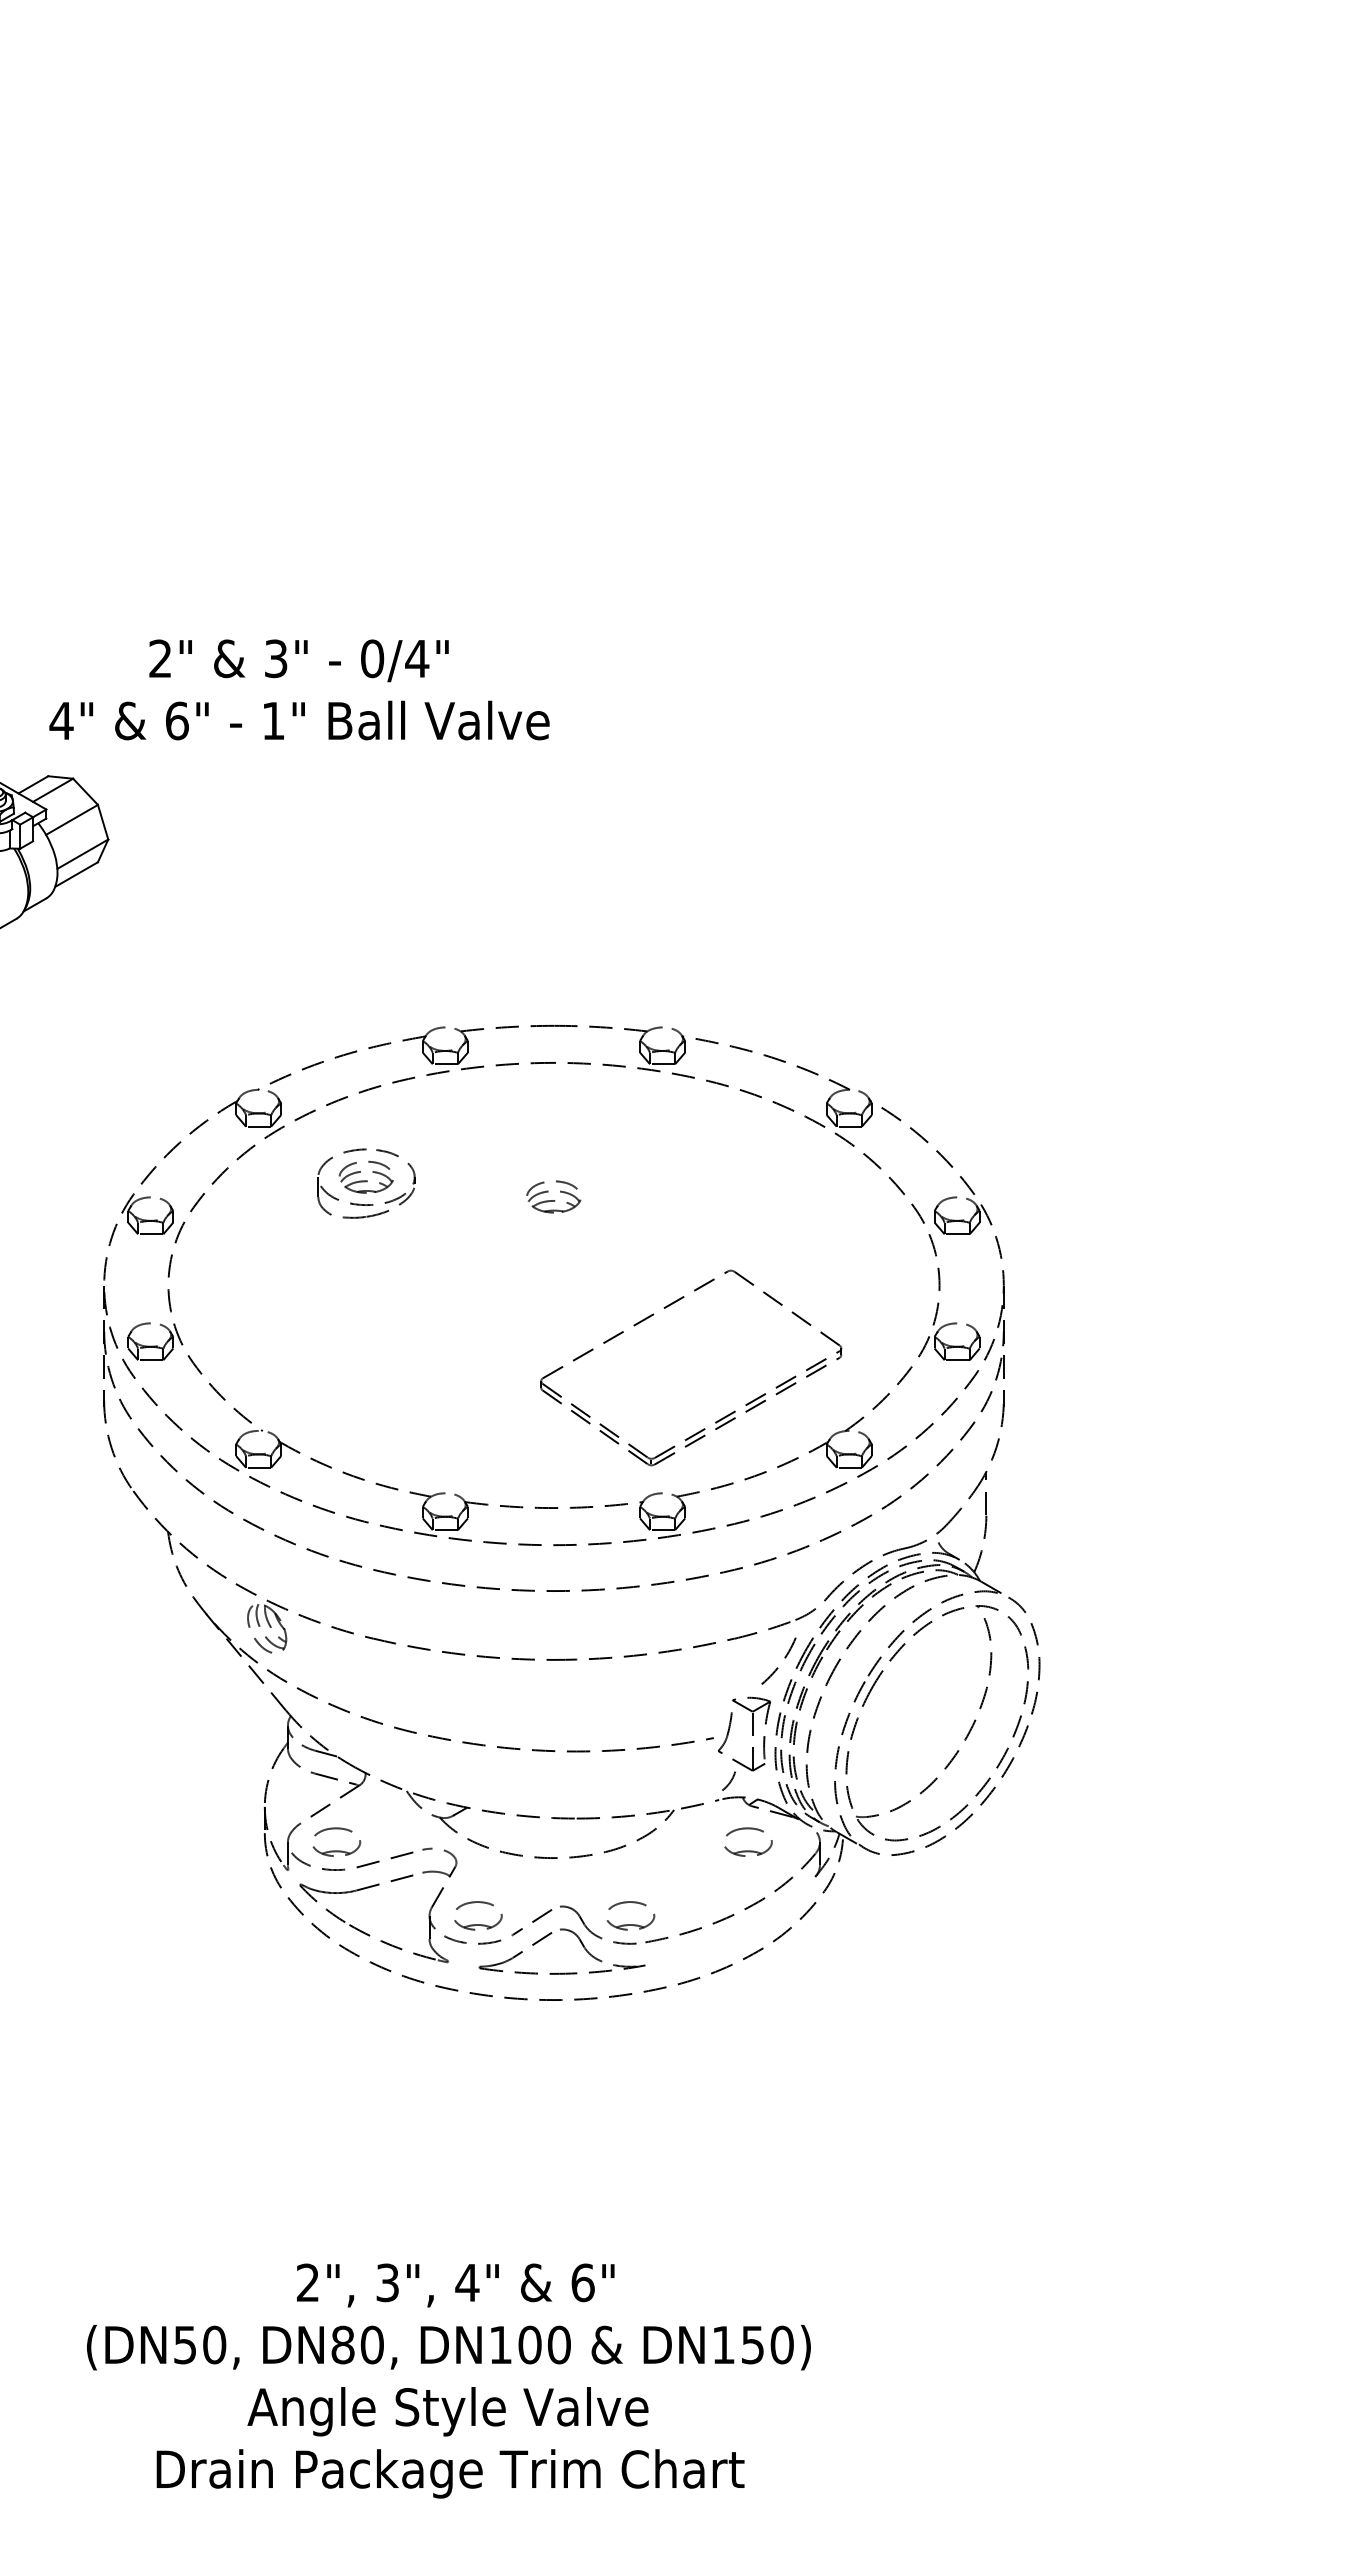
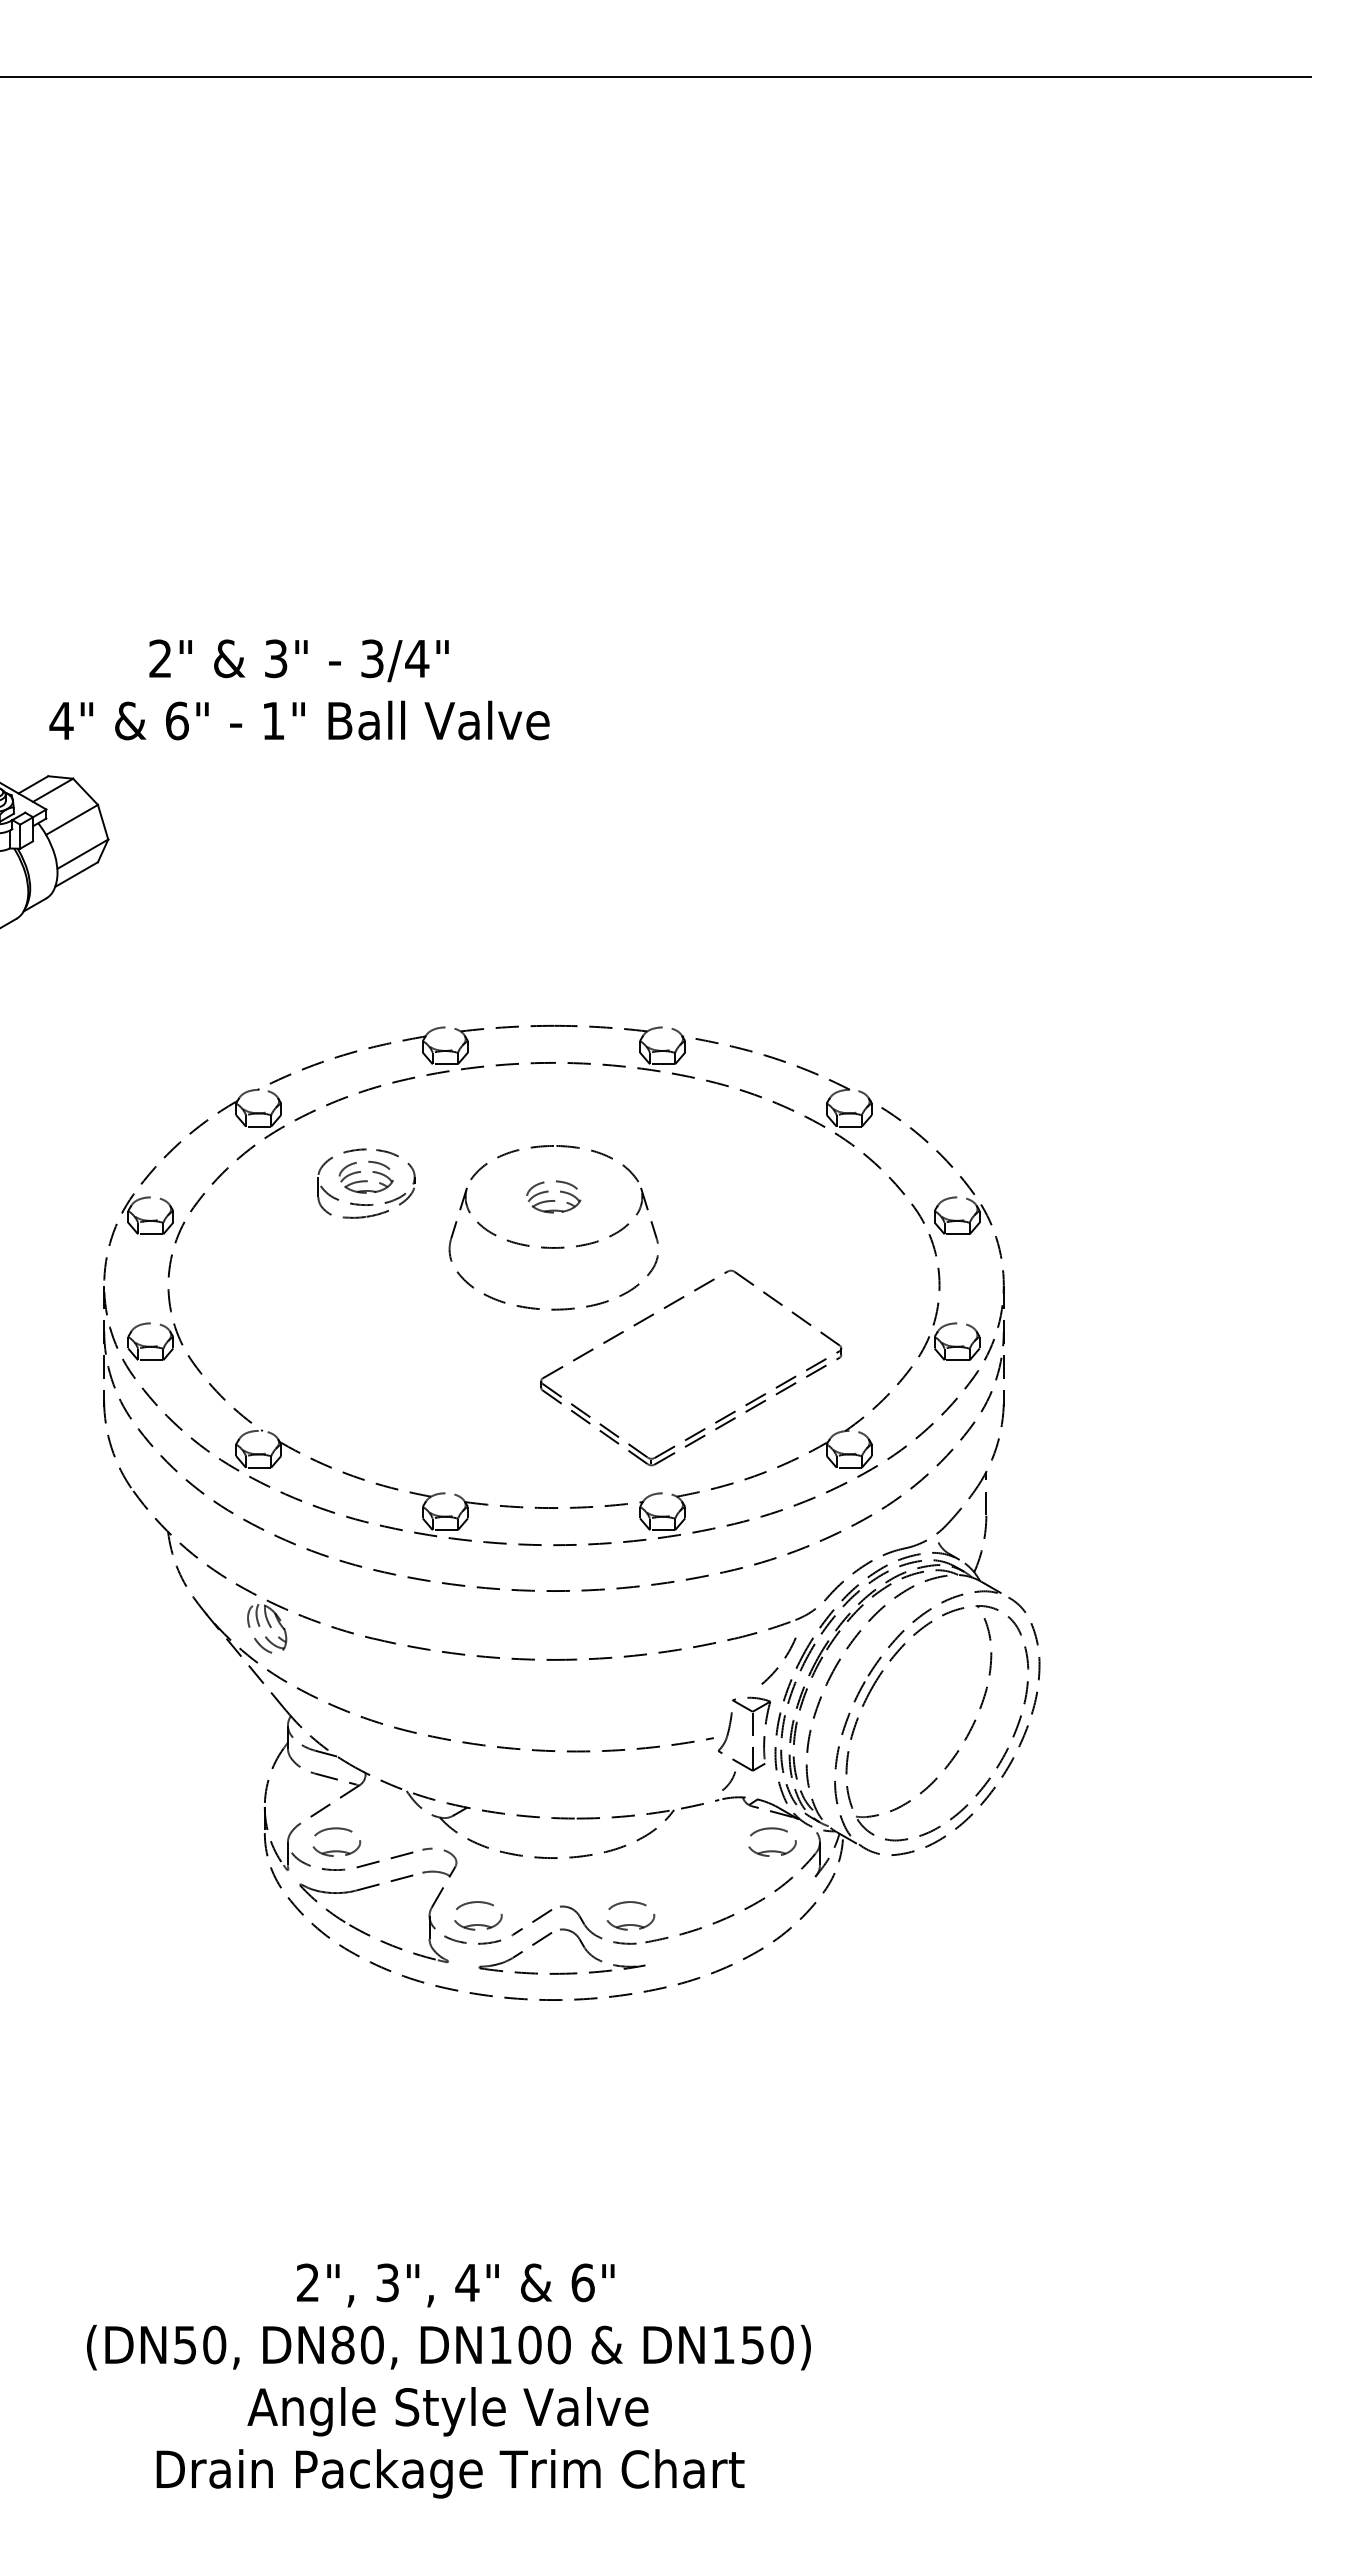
line at (656, 77): none -> present
text at (372, 658): 0/4"^J4" -> 3/4"^J4"
part at (548, 1246): none -> present
part at (748, 1850) position: (748, 1850) -> (772, 1850)
